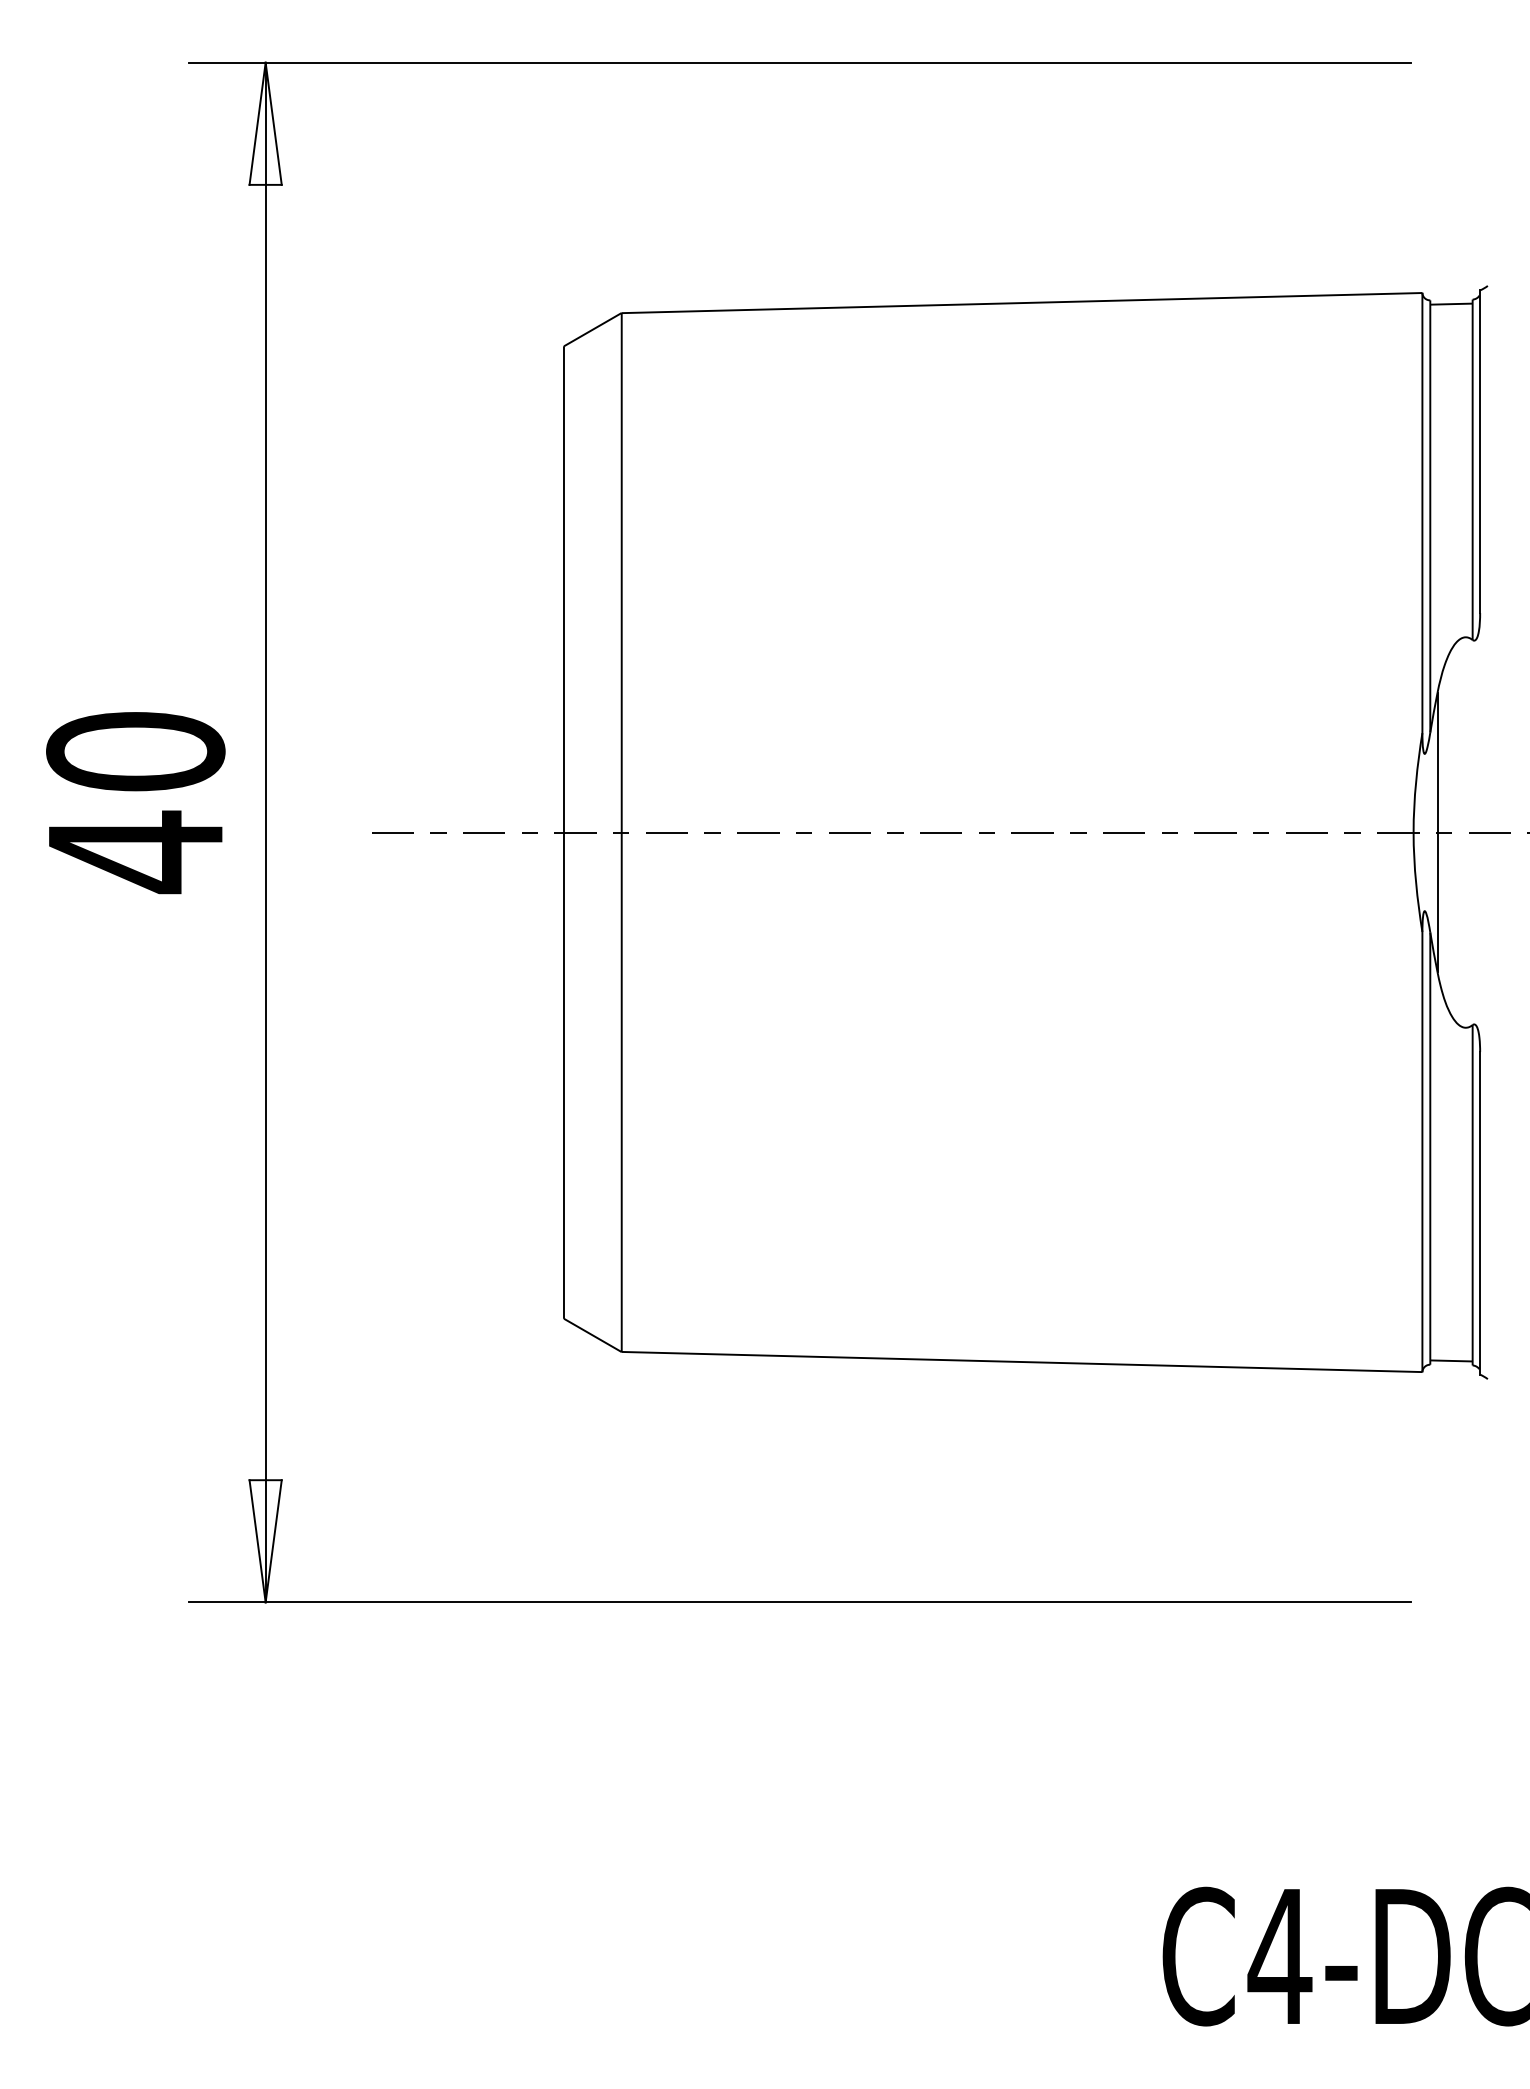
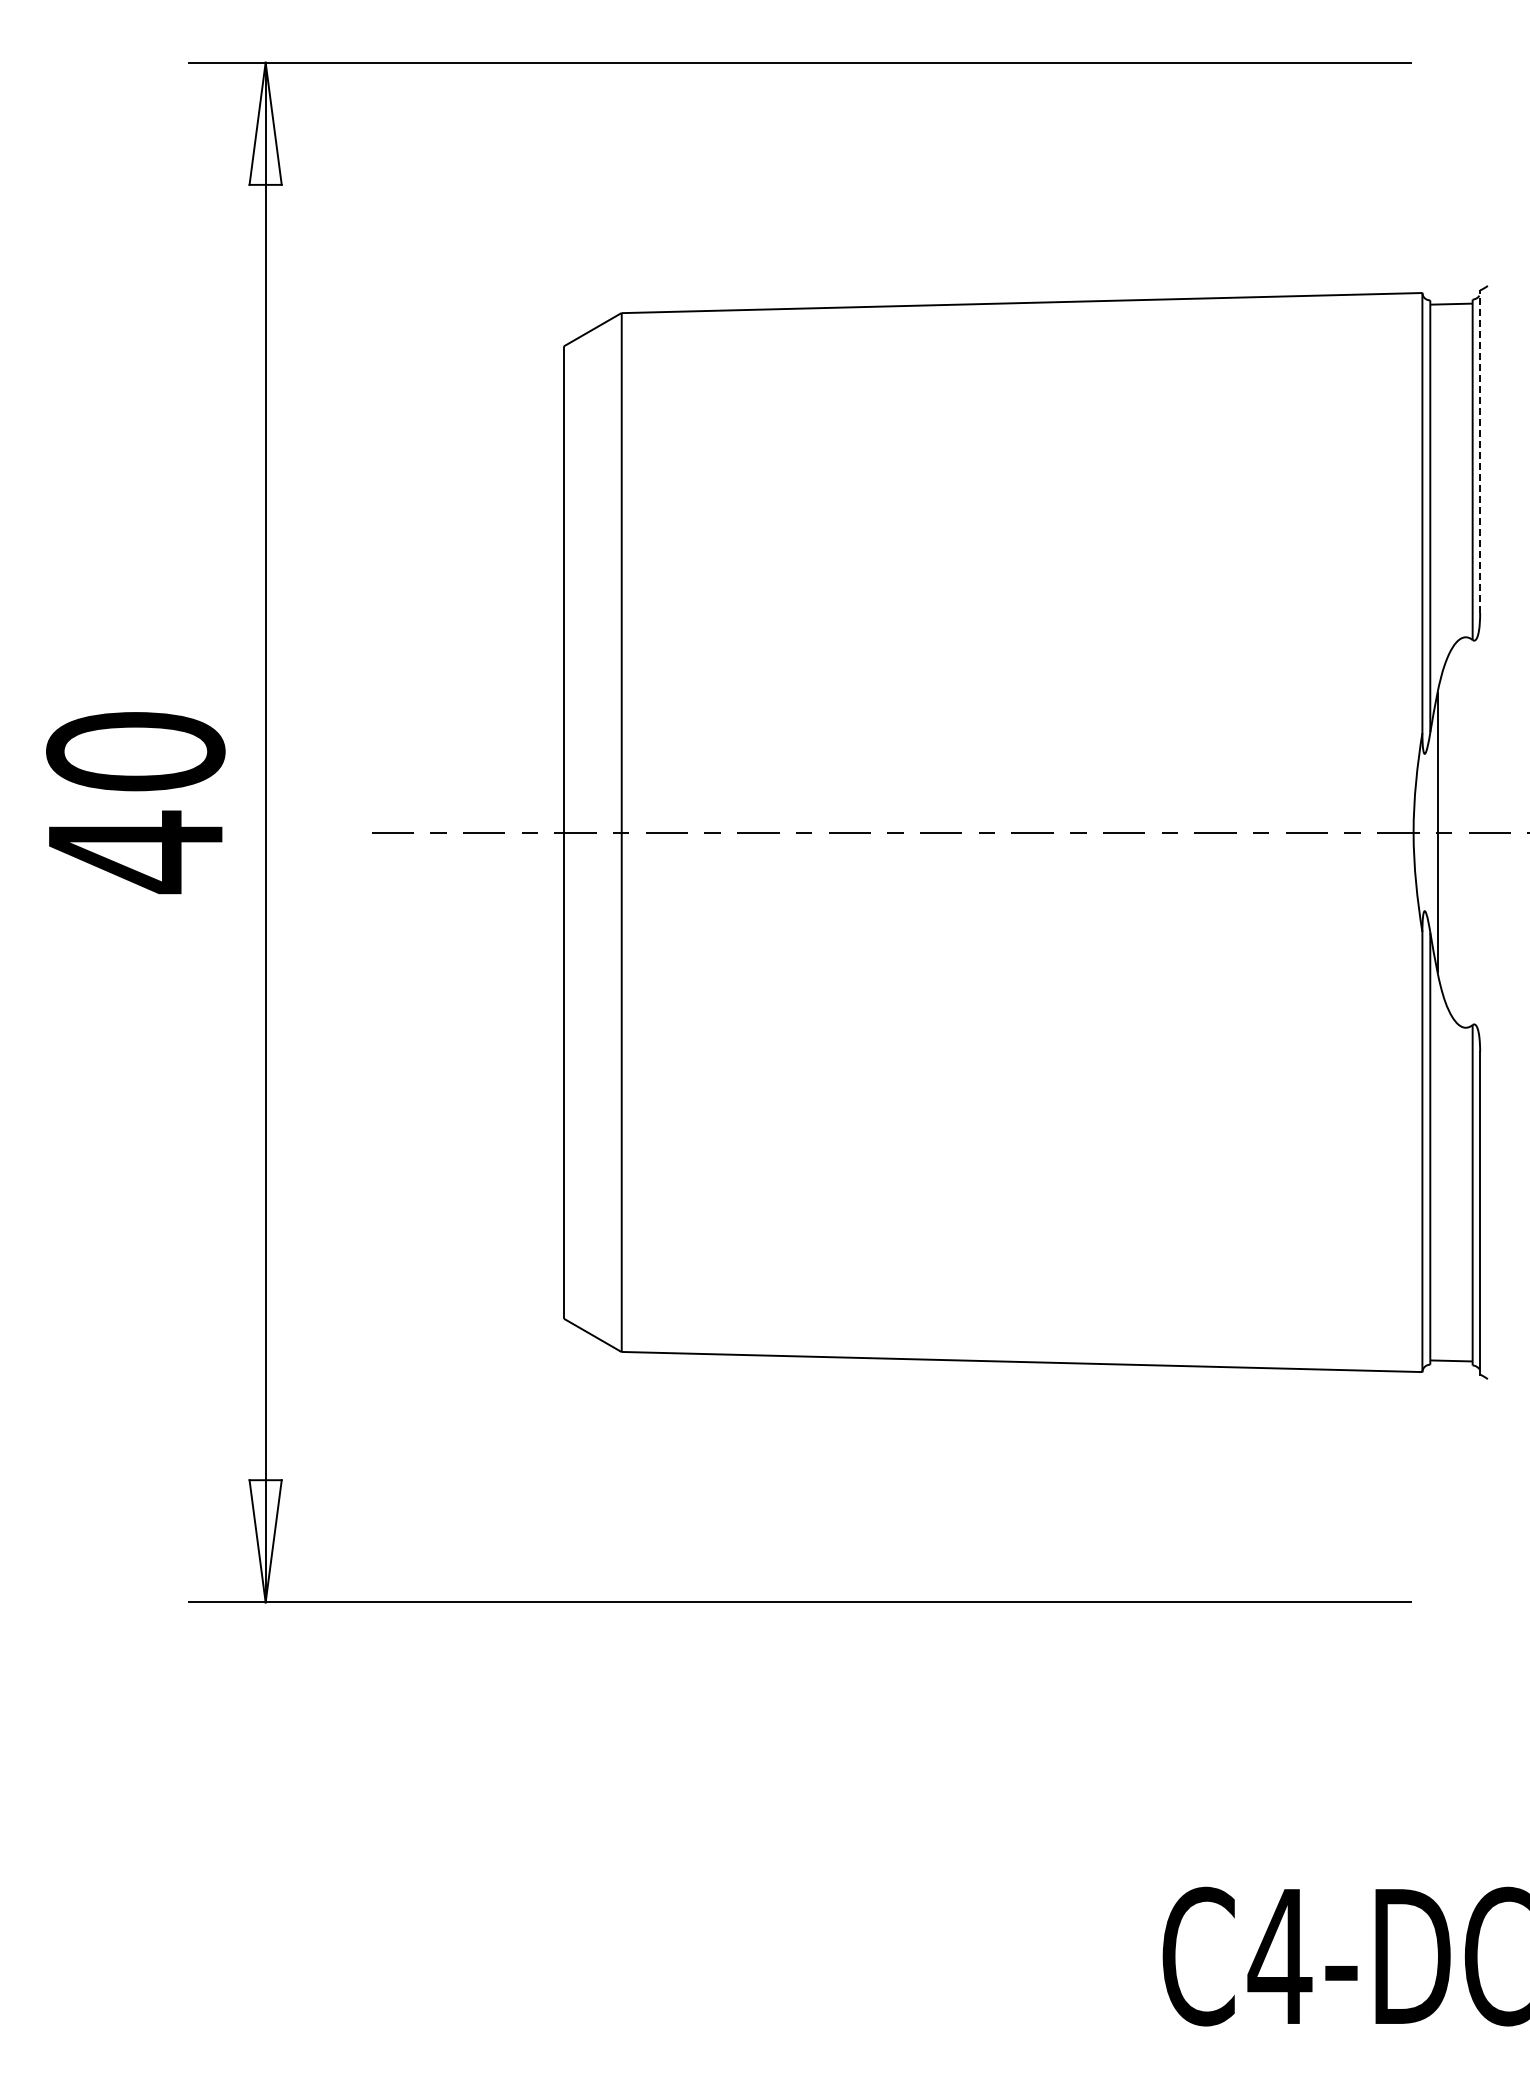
line at (1480, 451): solid -> dashed
